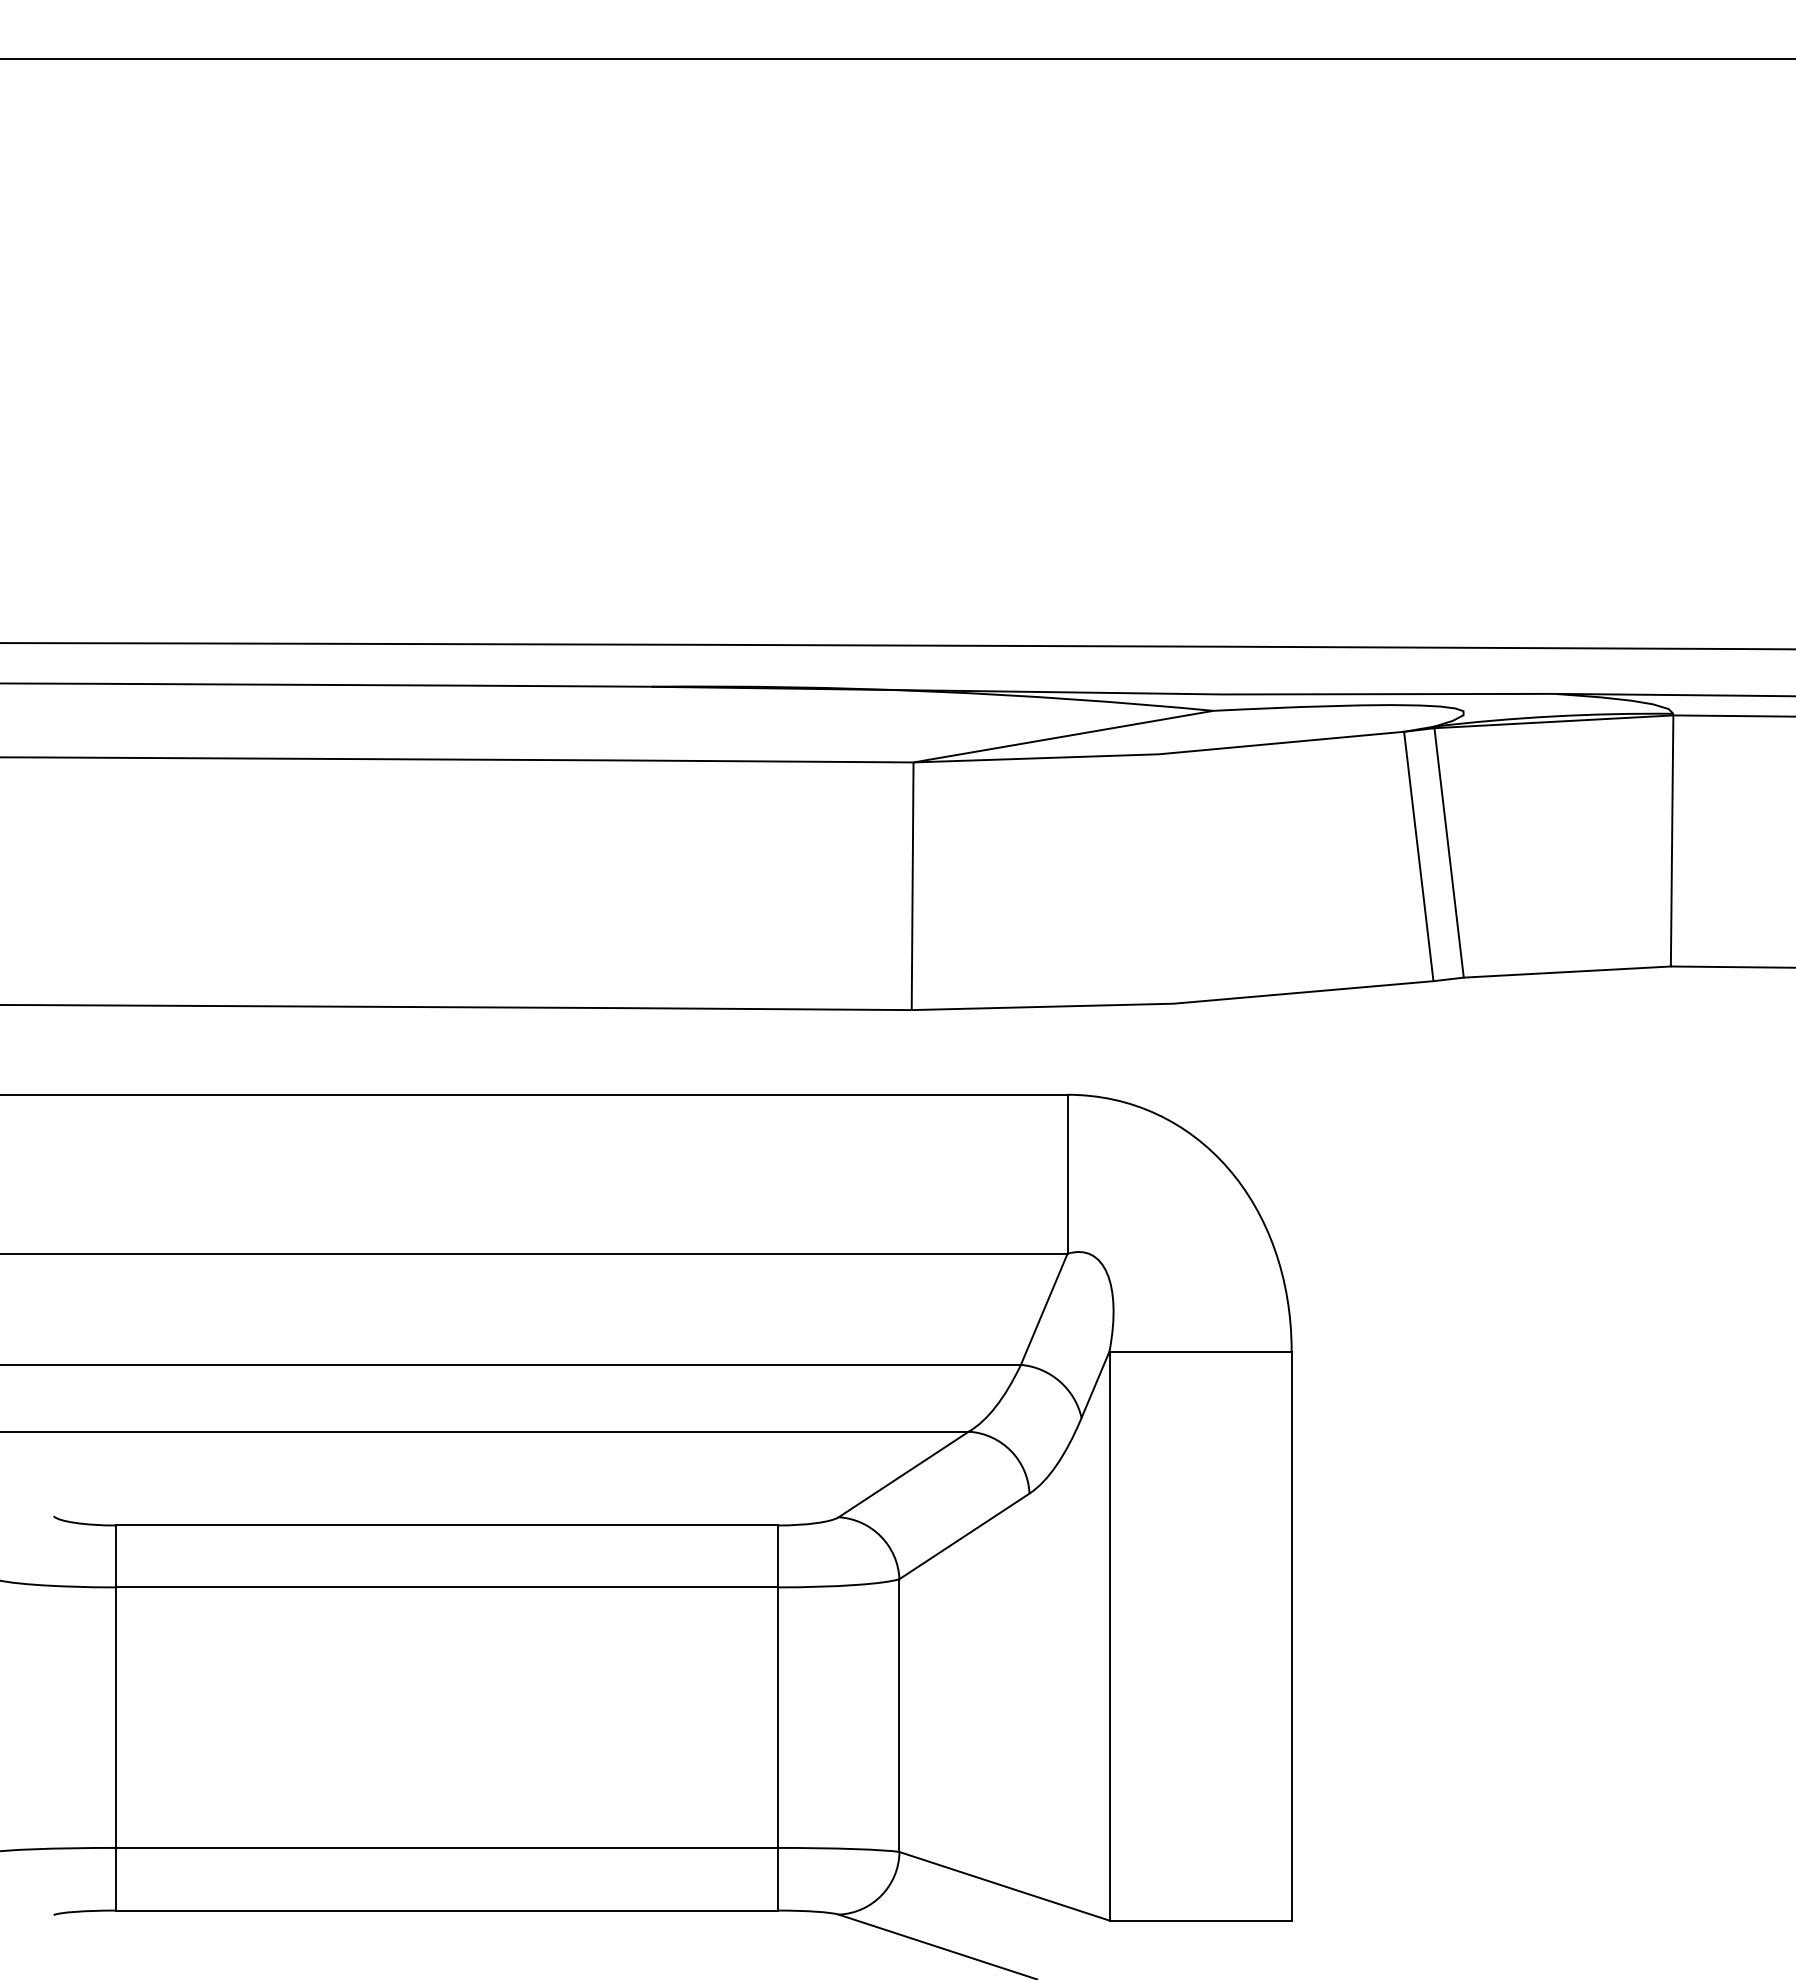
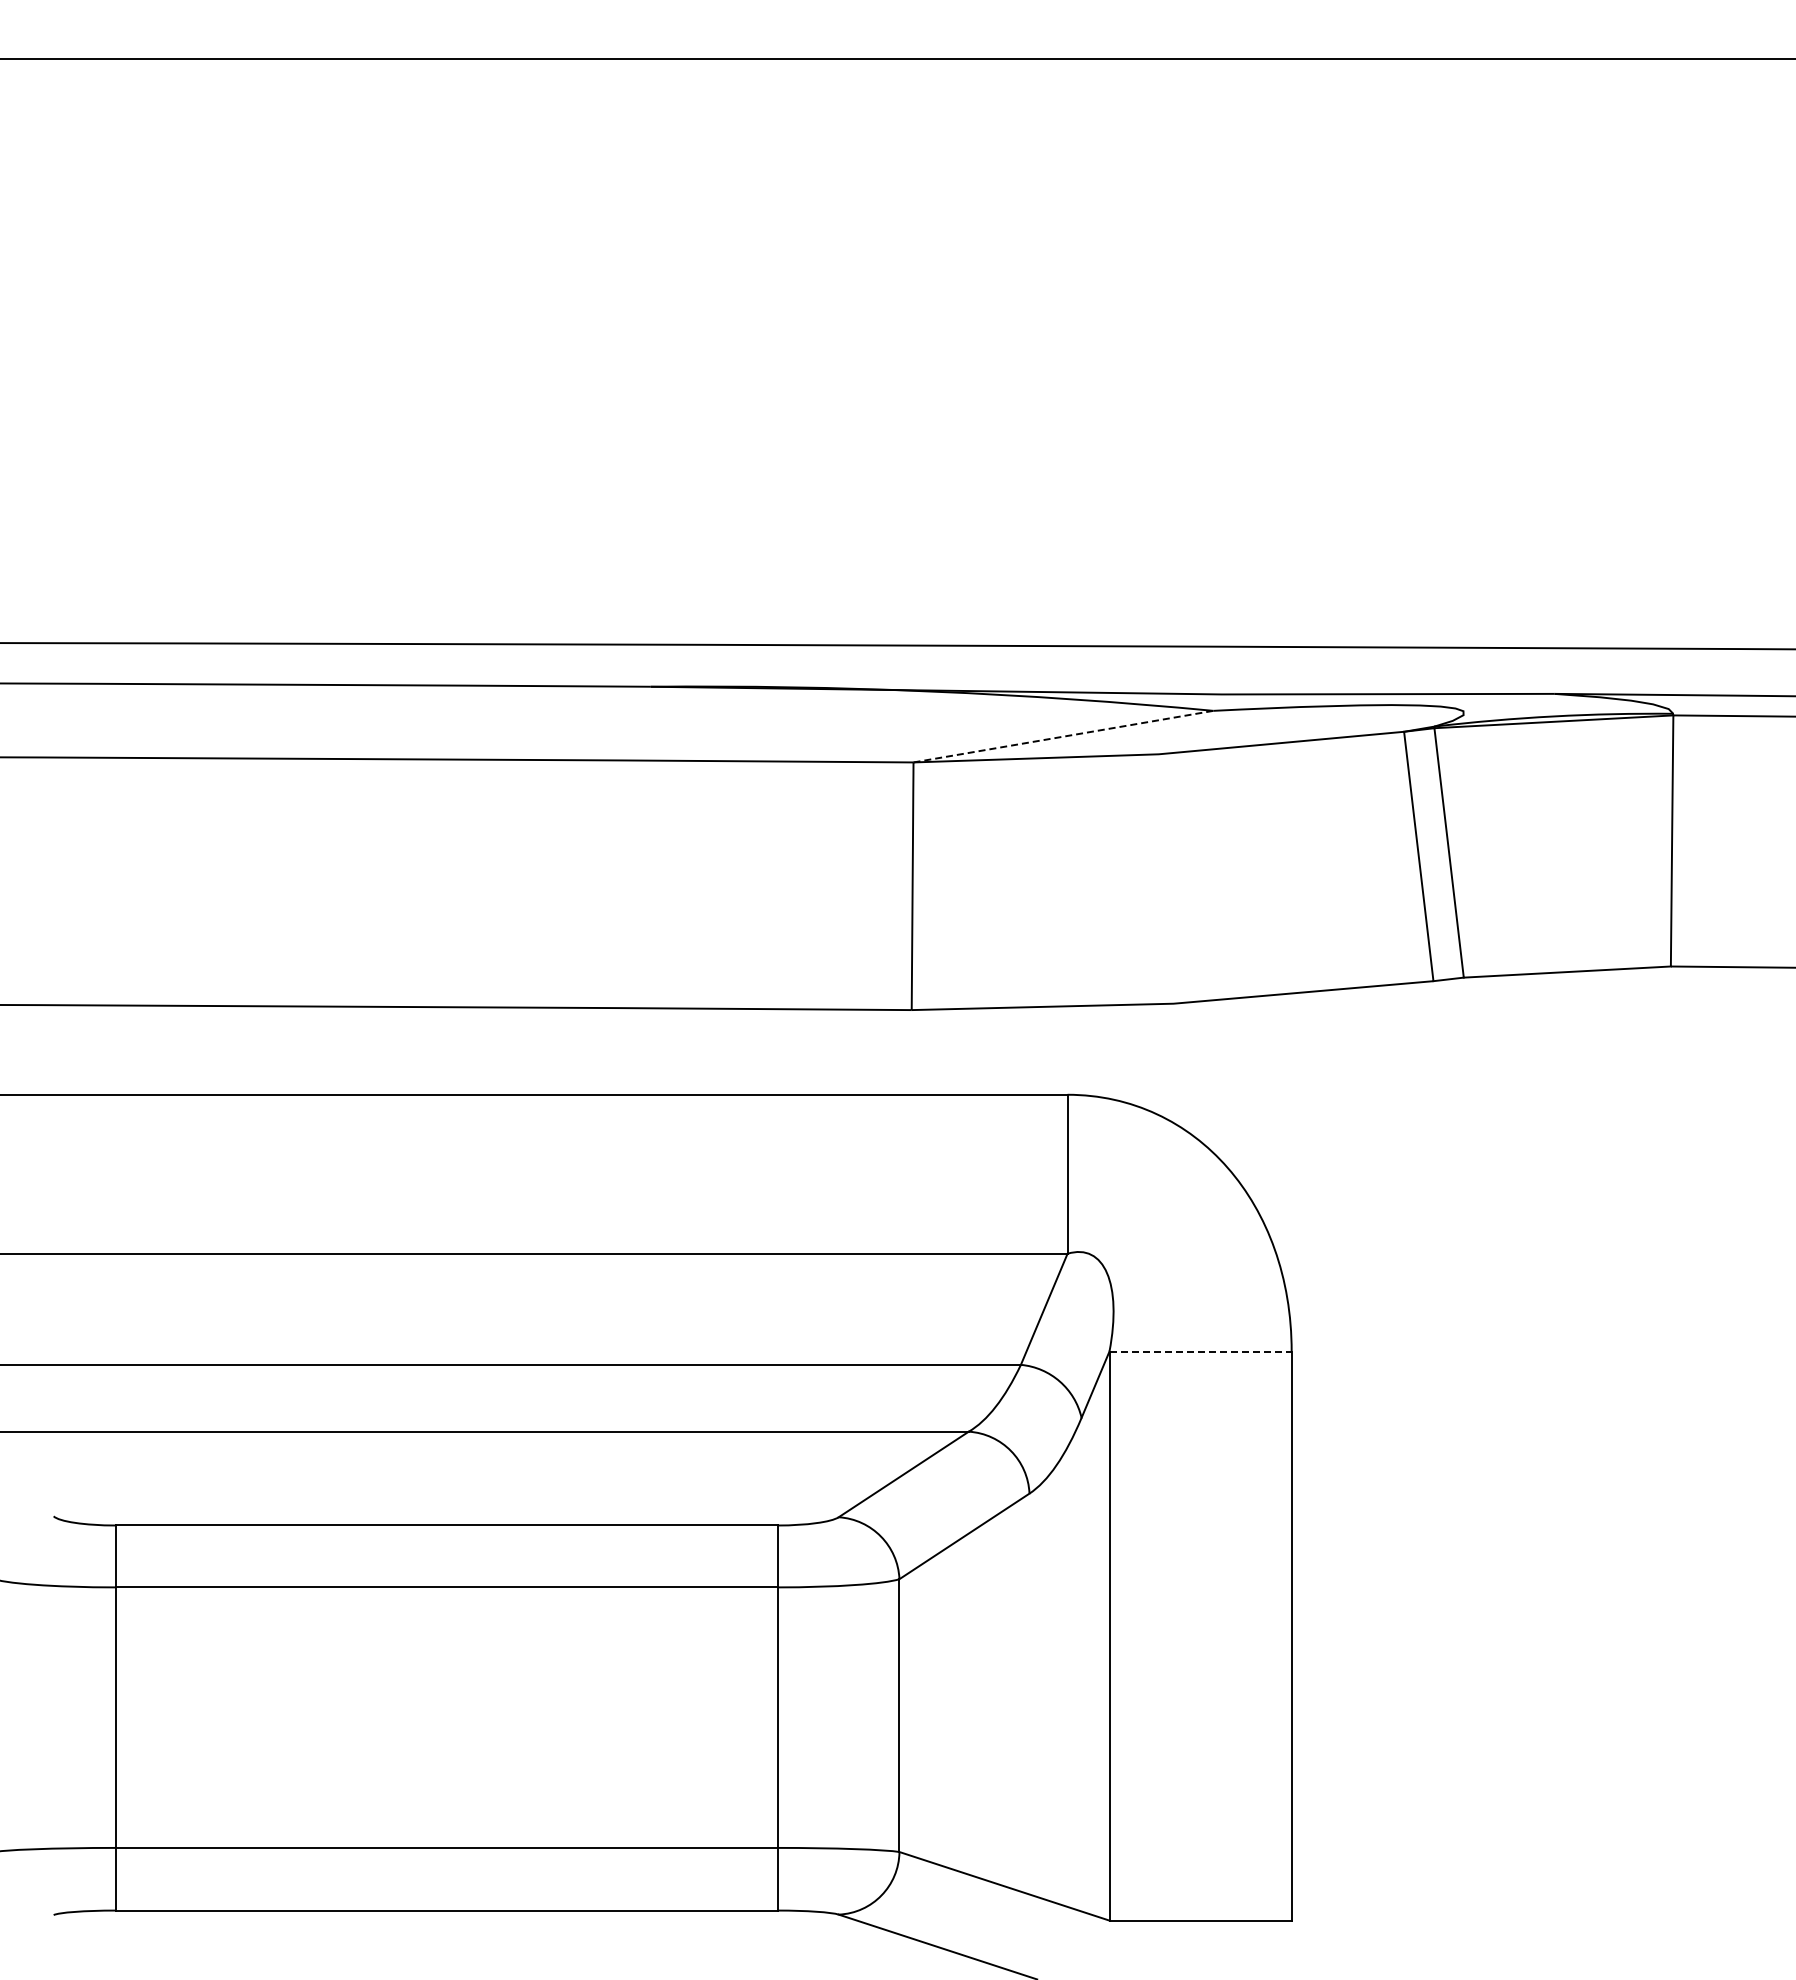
line at (1064, 736): solid -> dashed
line at (1201, 1351): solid -> dashed
